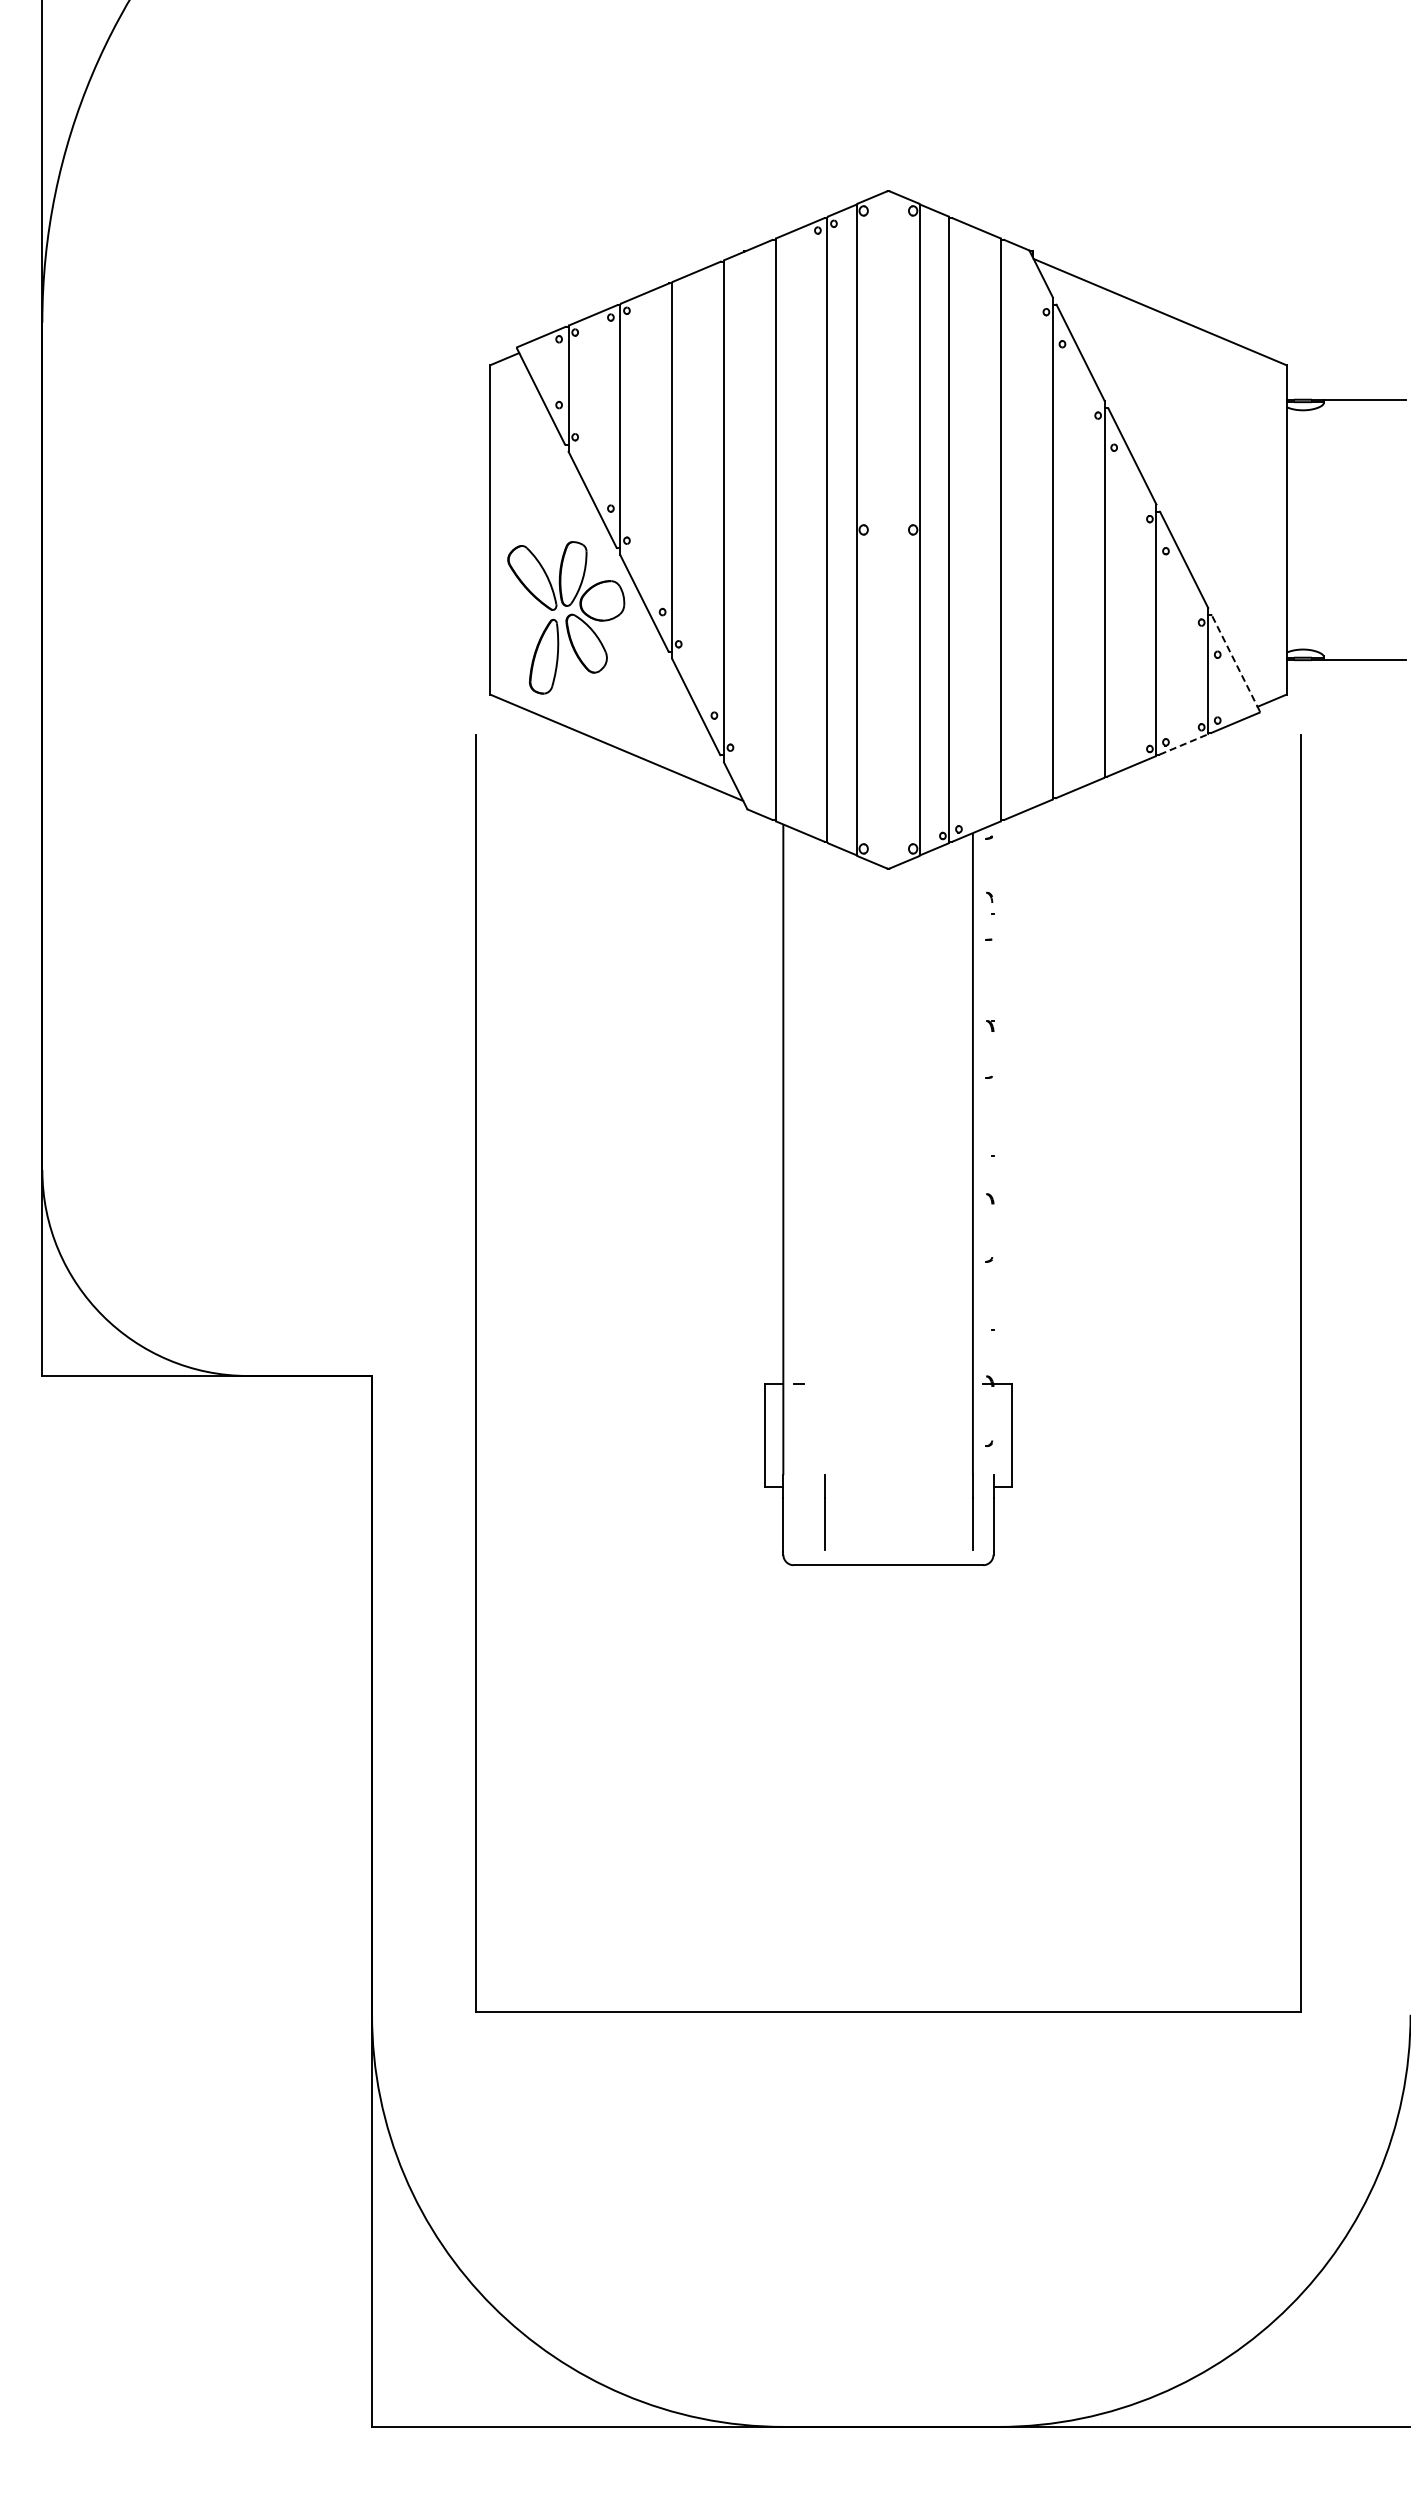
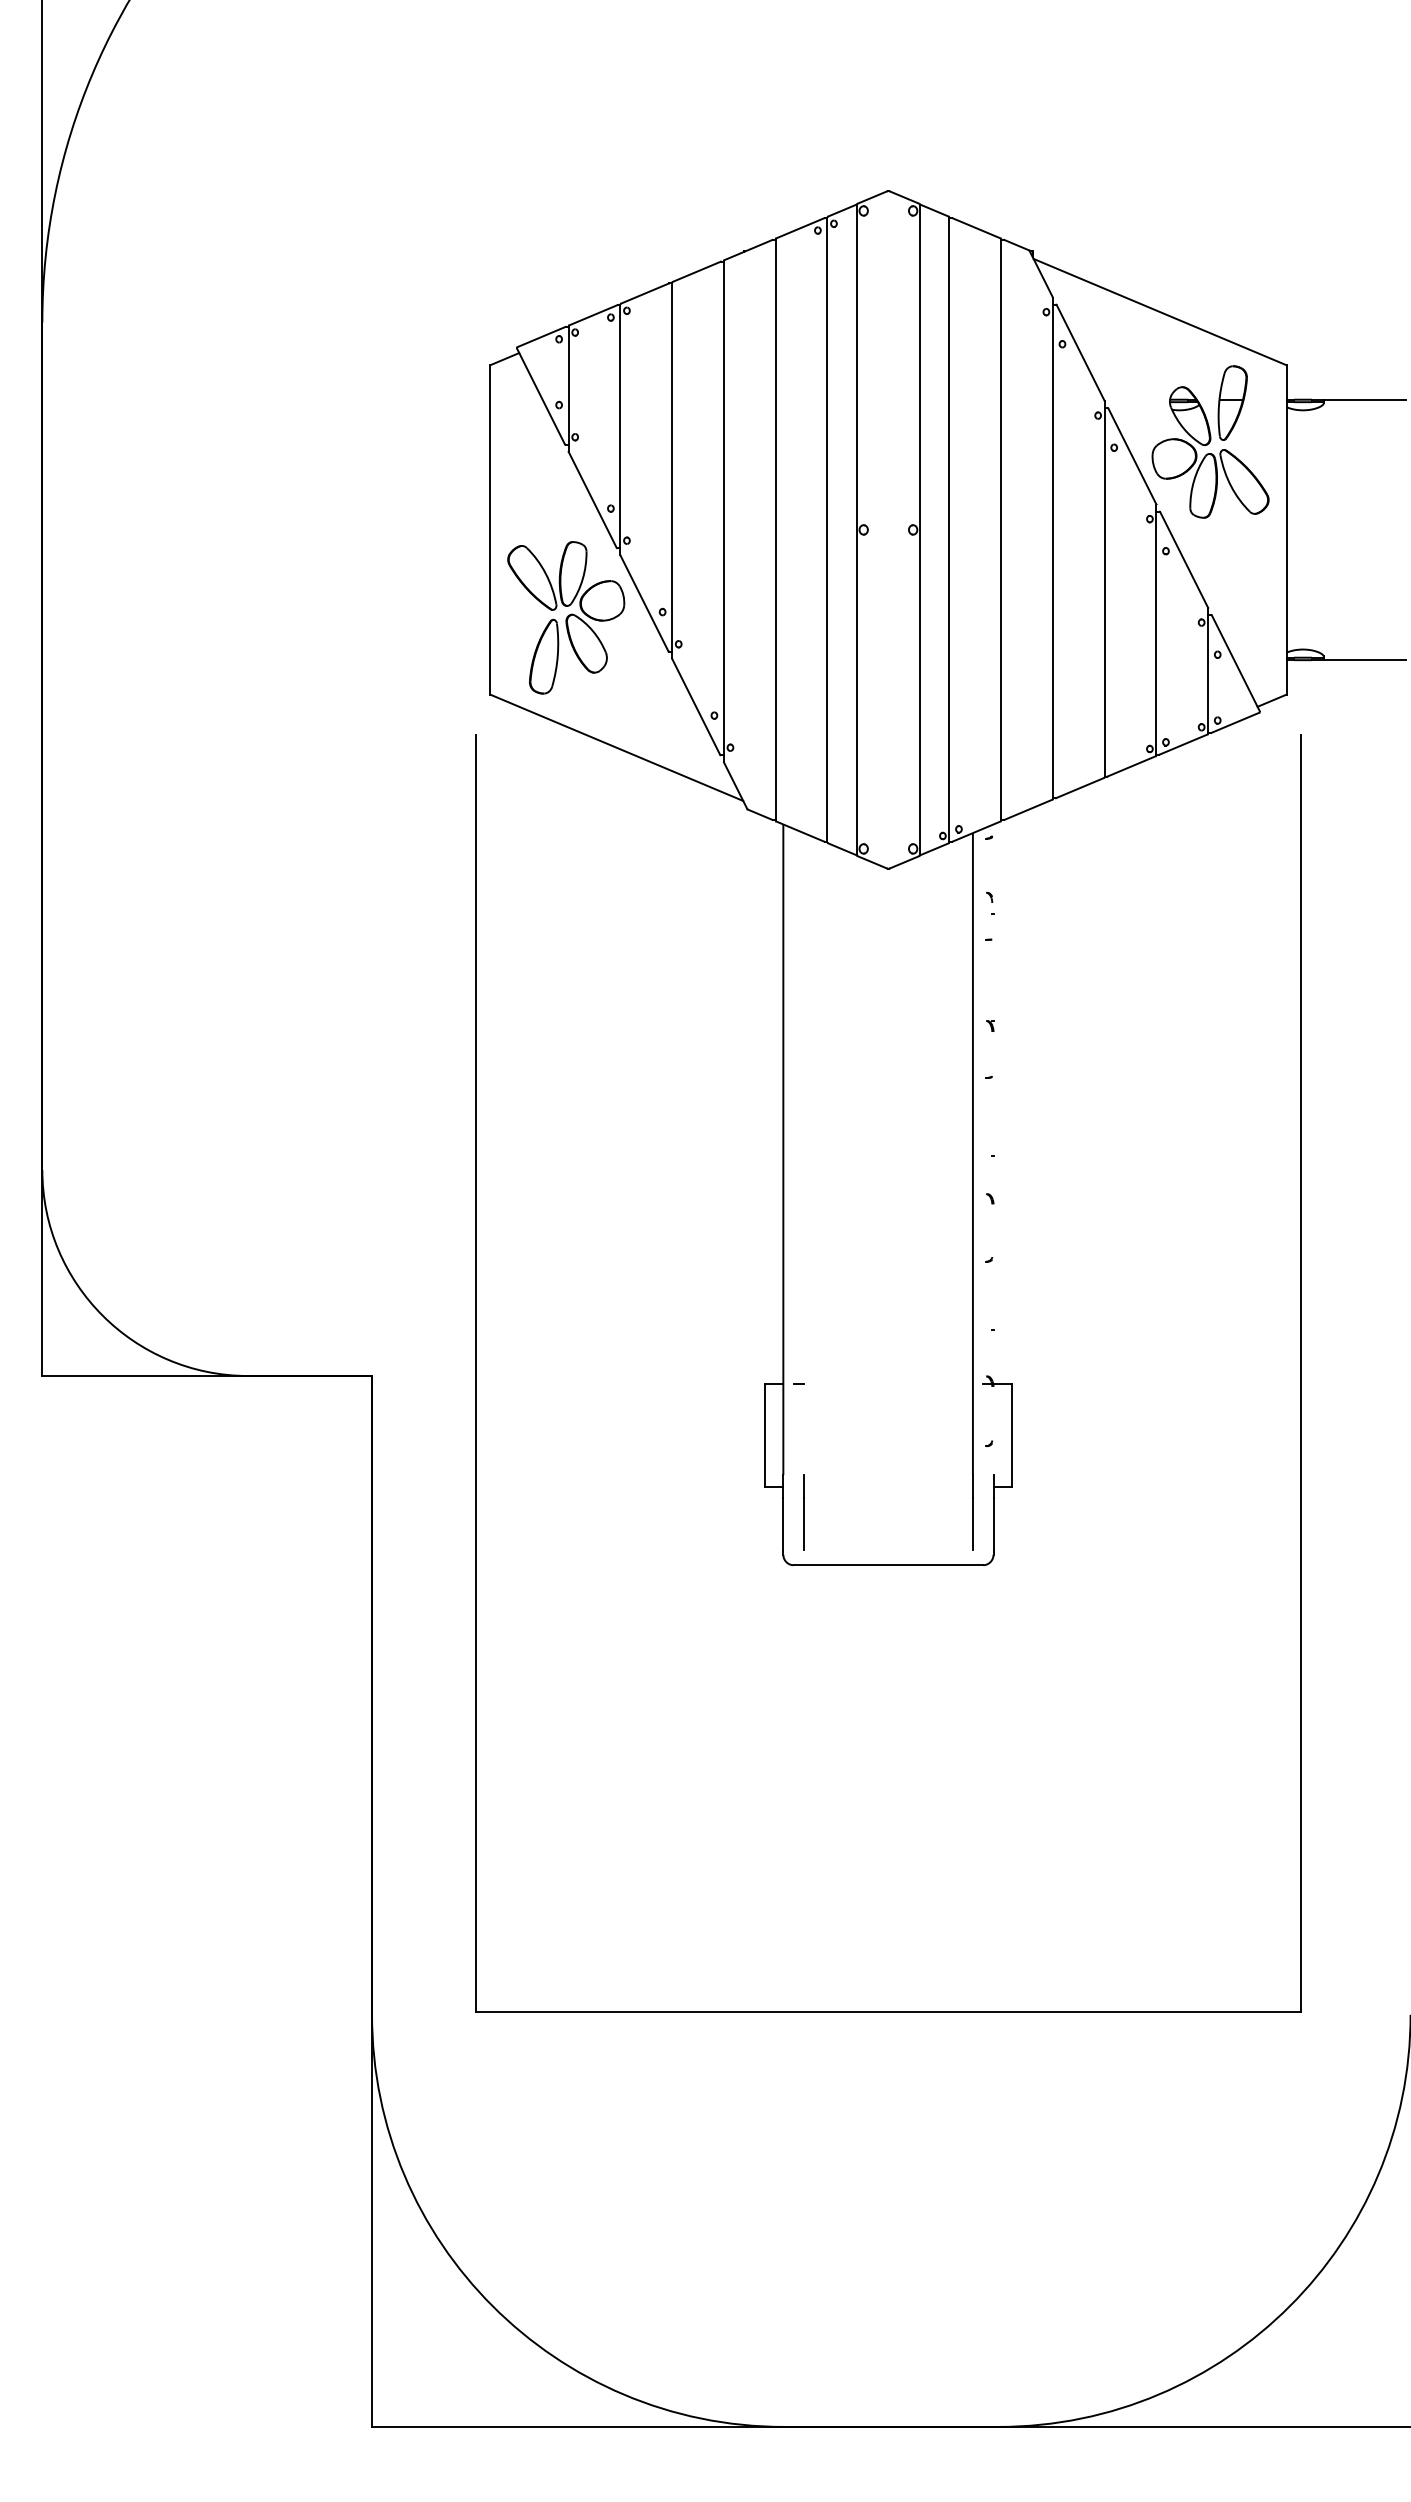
part at (1210, 441): none -> present
line at (1235, 662): dashed -> solid
line at (1183, 744): dashed -> solid
line at (824, 1512) position: (824, 1512) -> (803, 1512)
